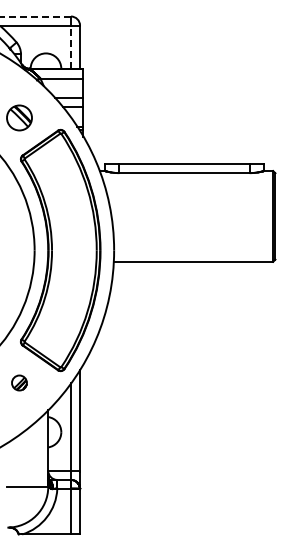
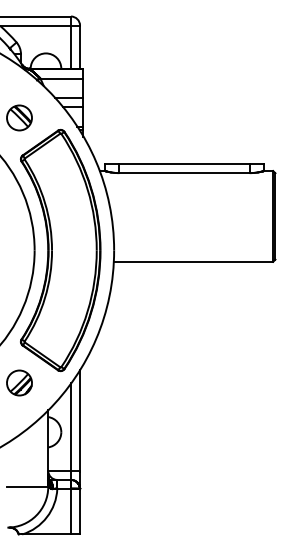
line at (35, 16): dashed -> solid
line at (70, 47): dashed -> solid
part at (19, 382) size: 17x18 px -> 27x28 px
